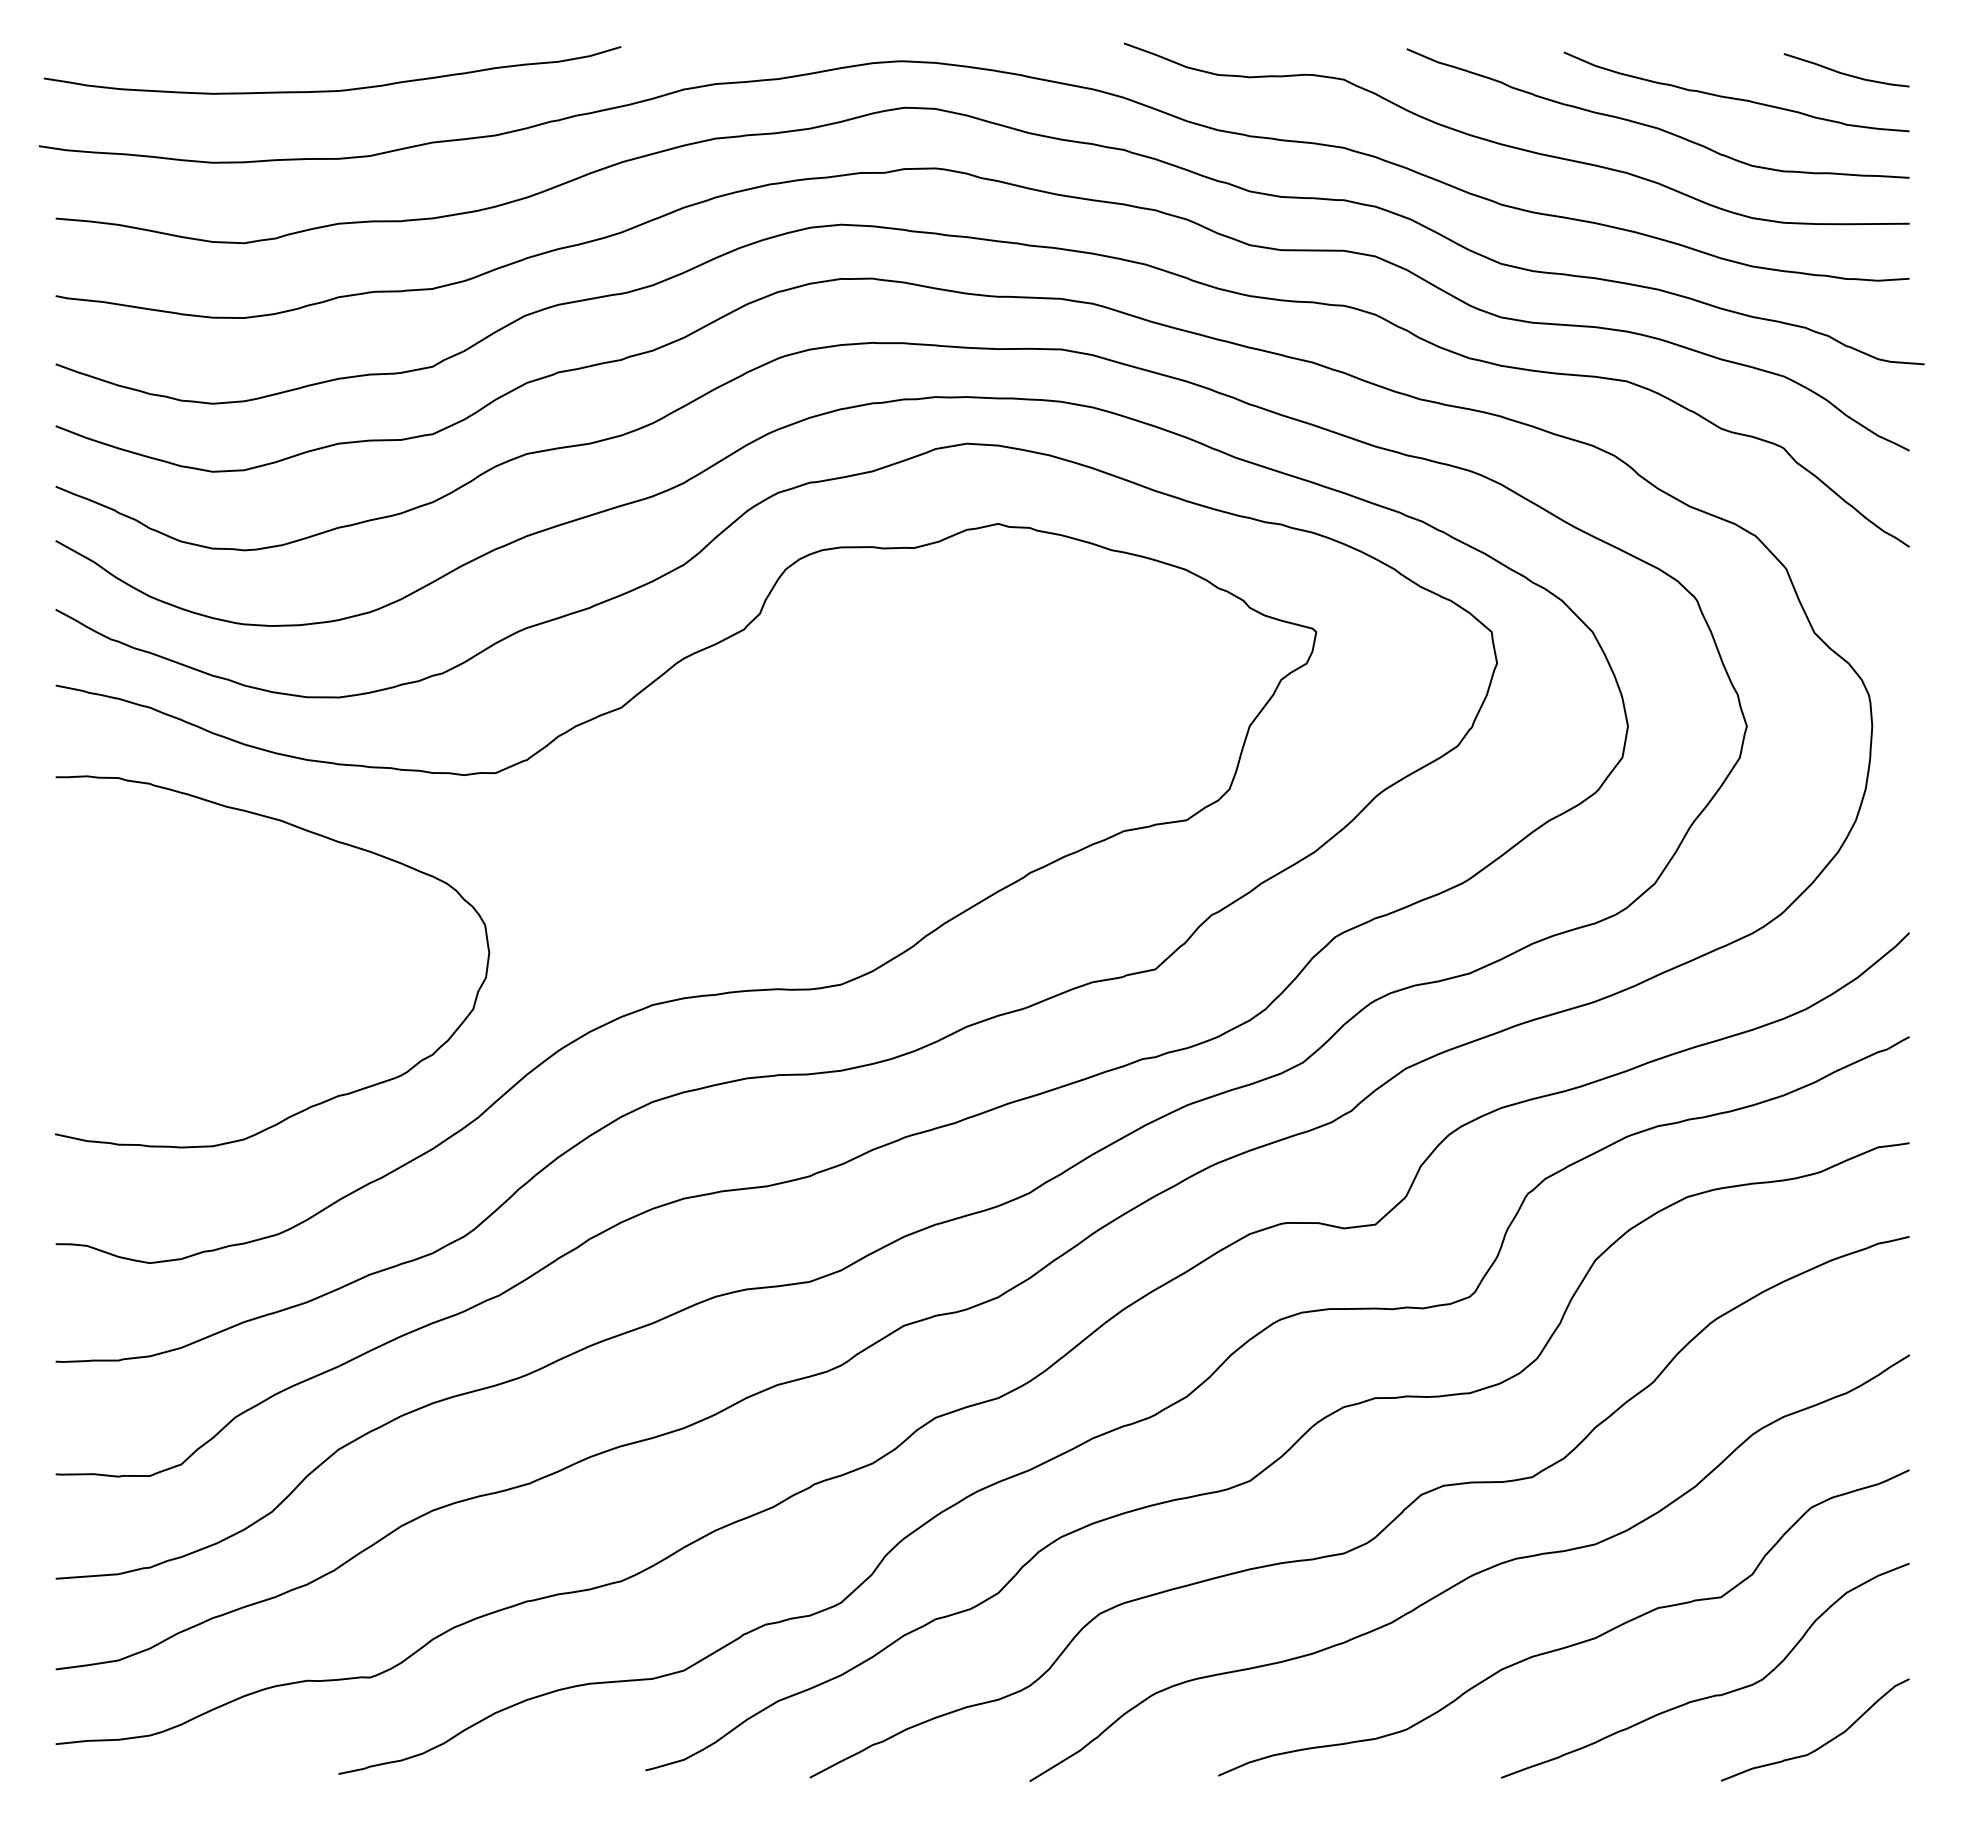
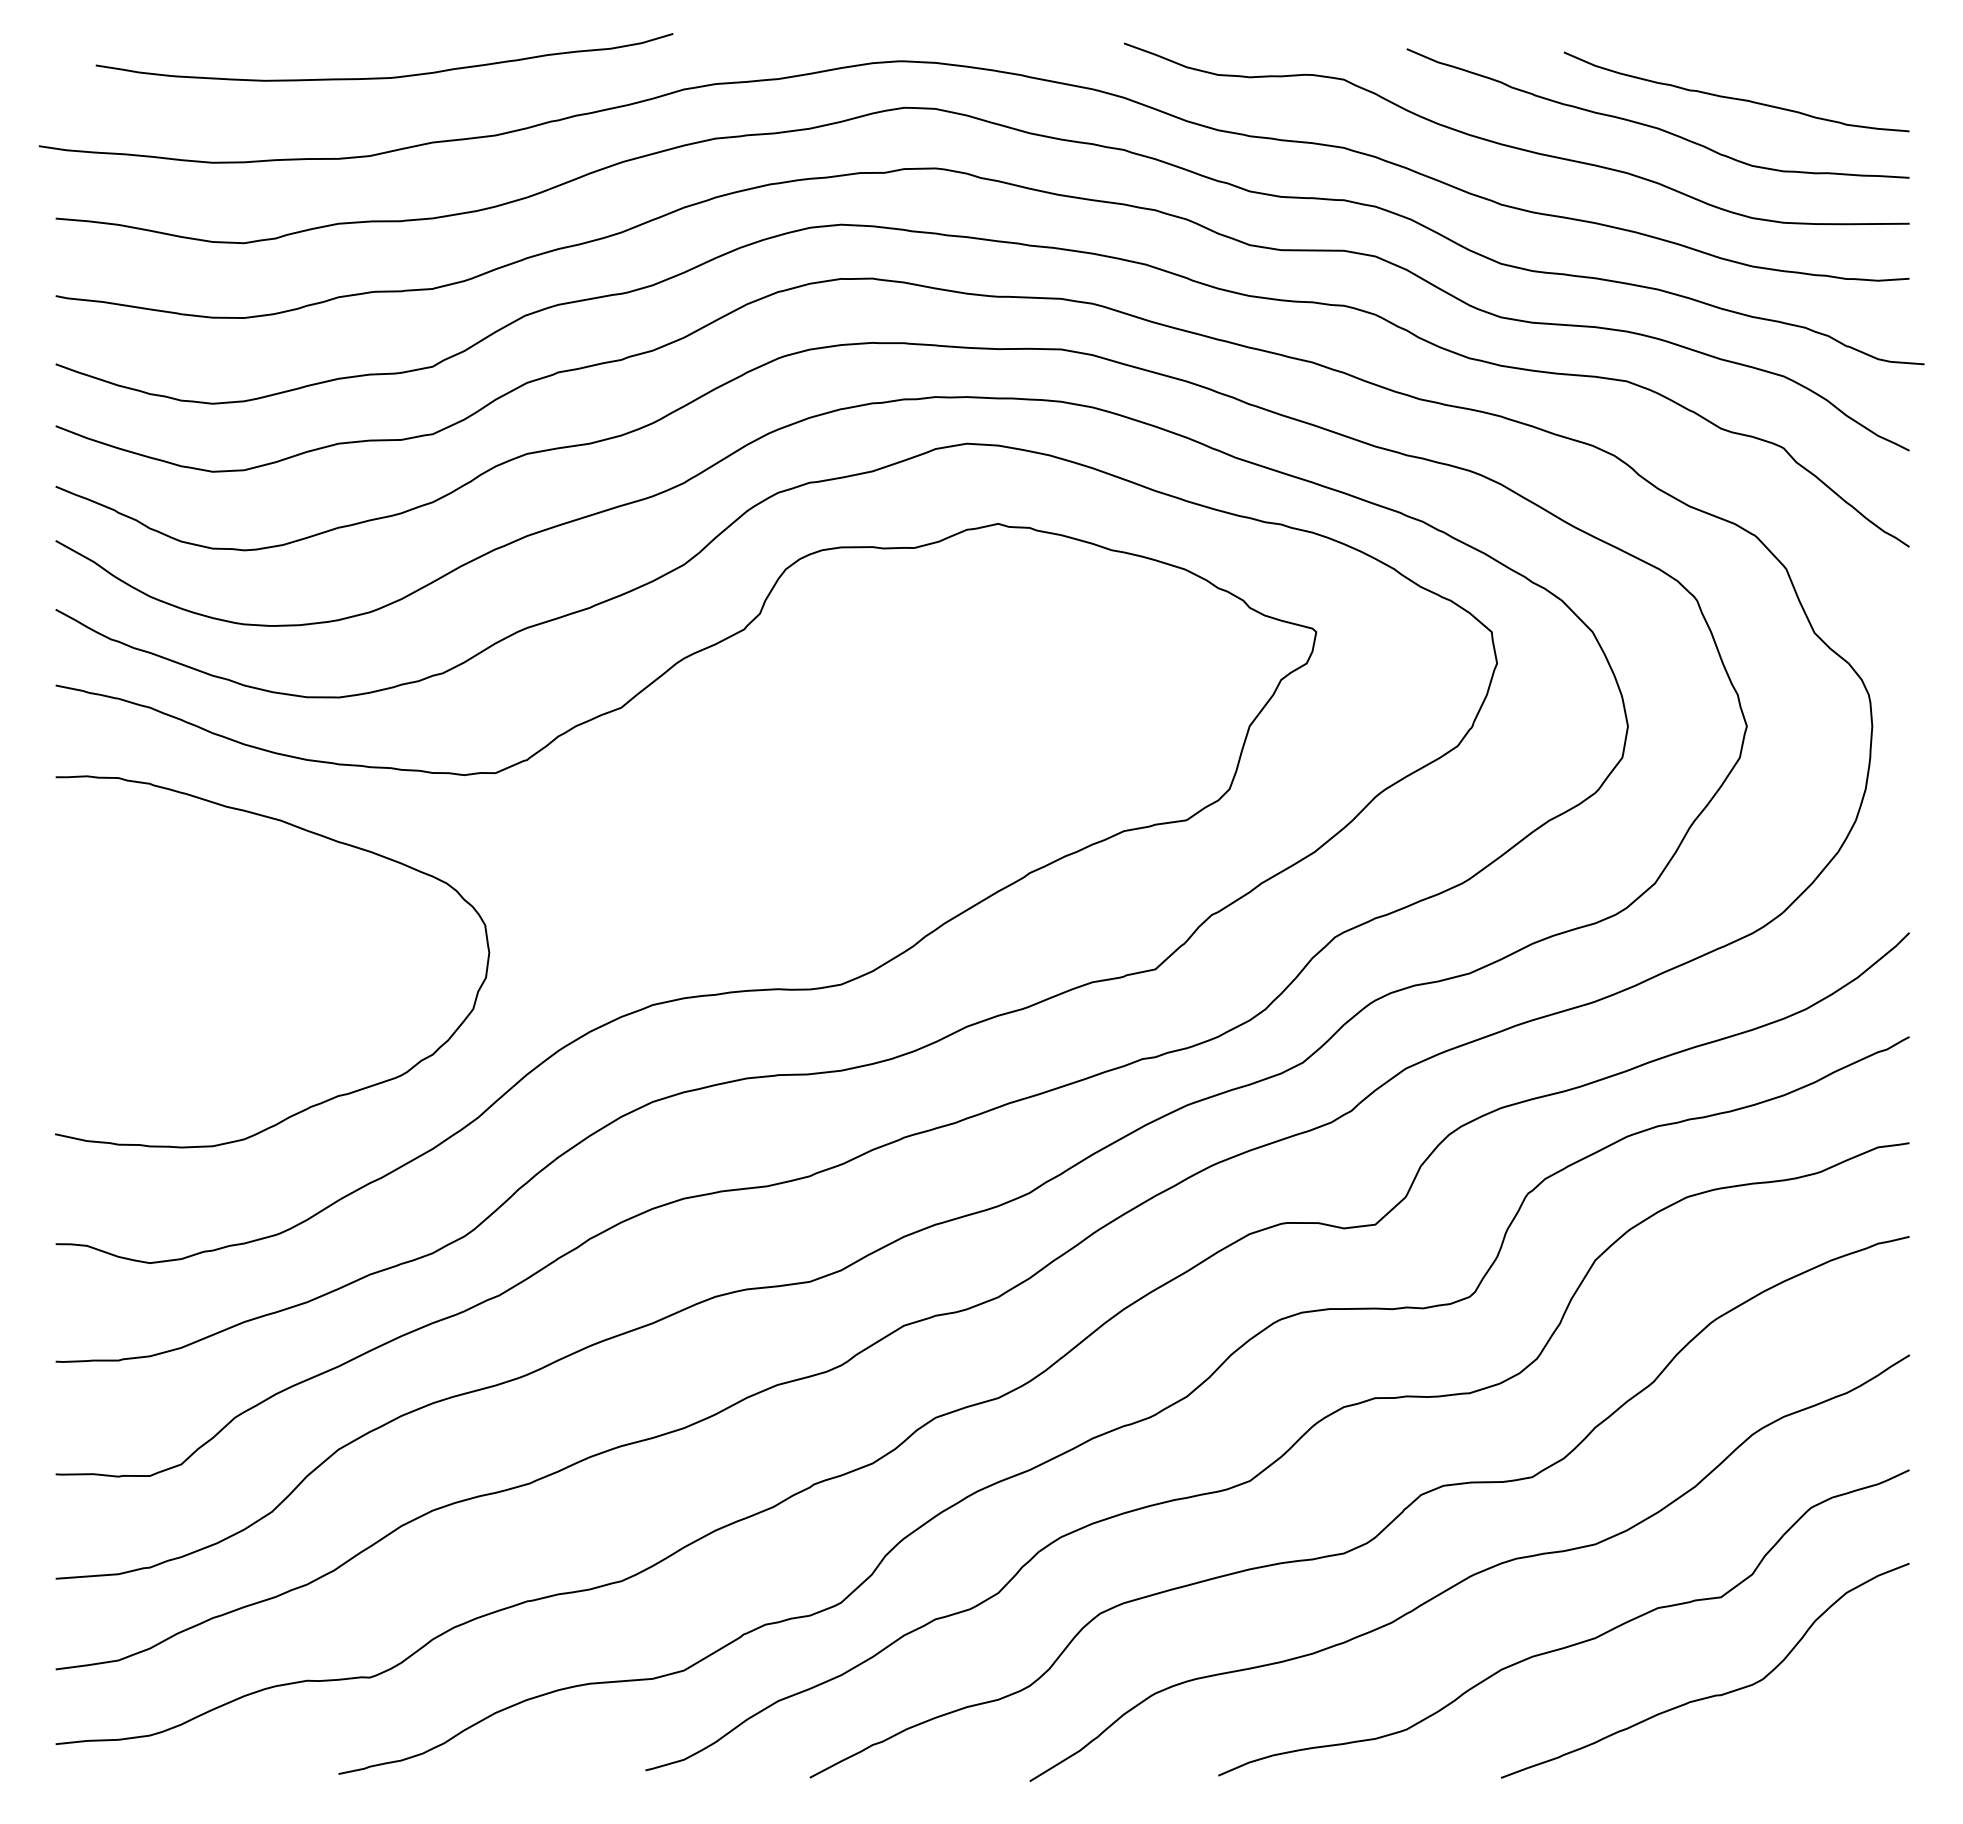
curve at (1846, 73): present -> none
curve at (332, 90) position: (332, 90) -> (384, 77)
curve at (1822, 1744): present -> none
